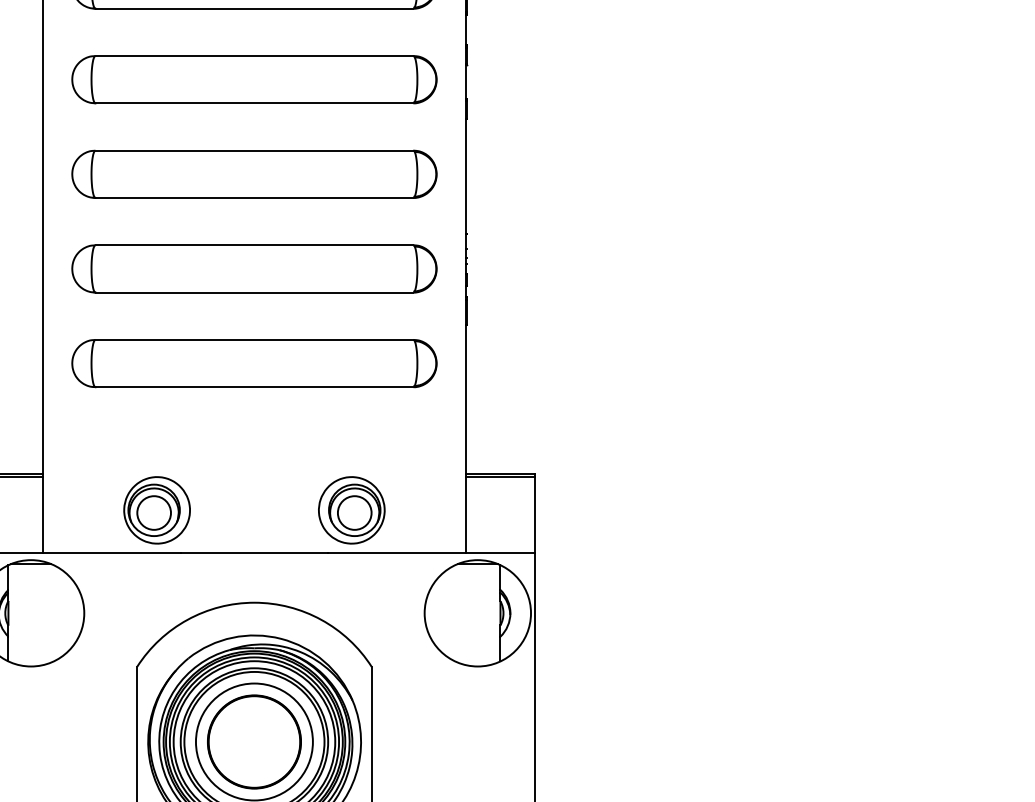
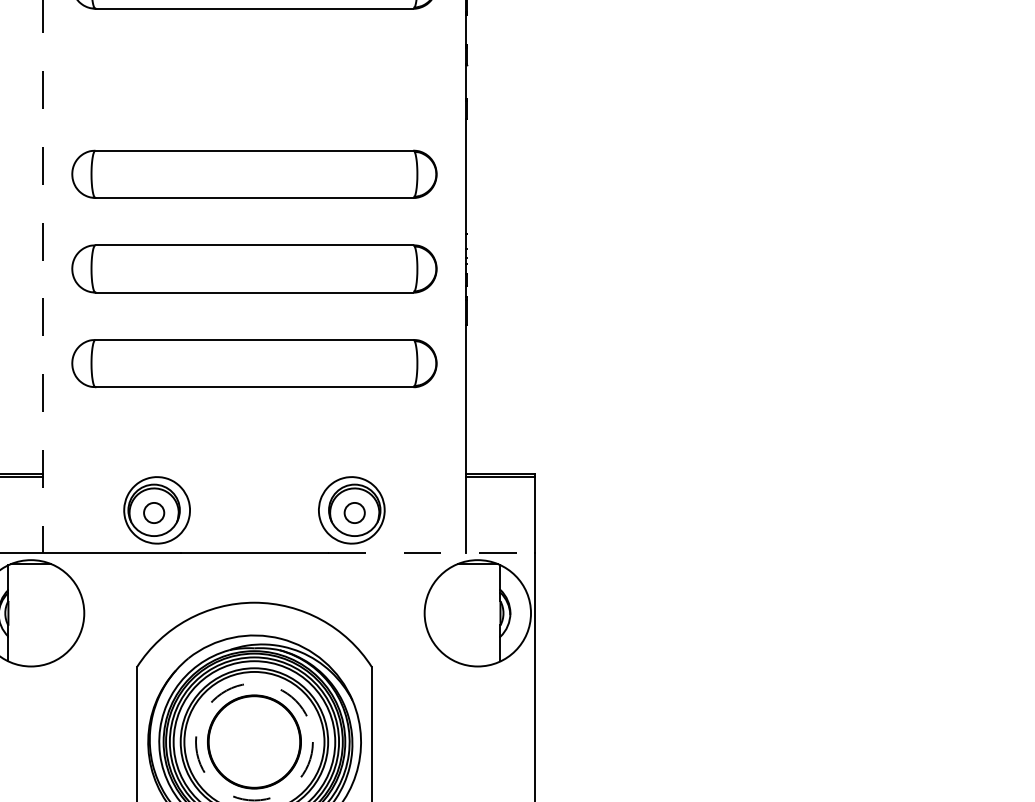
part at (254, 79): present -> none
line at (42, 276): solid -> dashed
circle at (154, 512) diameter: 34 px -> 20 px
circle at (354, 512) diameter: 34 px -> 20 px
line at (431, 552): solid -> dashed
circle at (253, 741): solid -> dashed
